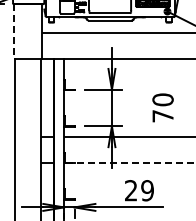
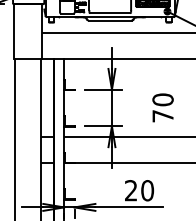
line at (14, 32): dashed -> solid
line at (129, 163): dashed -> solid
text at (147, 190): 29 -> 20
